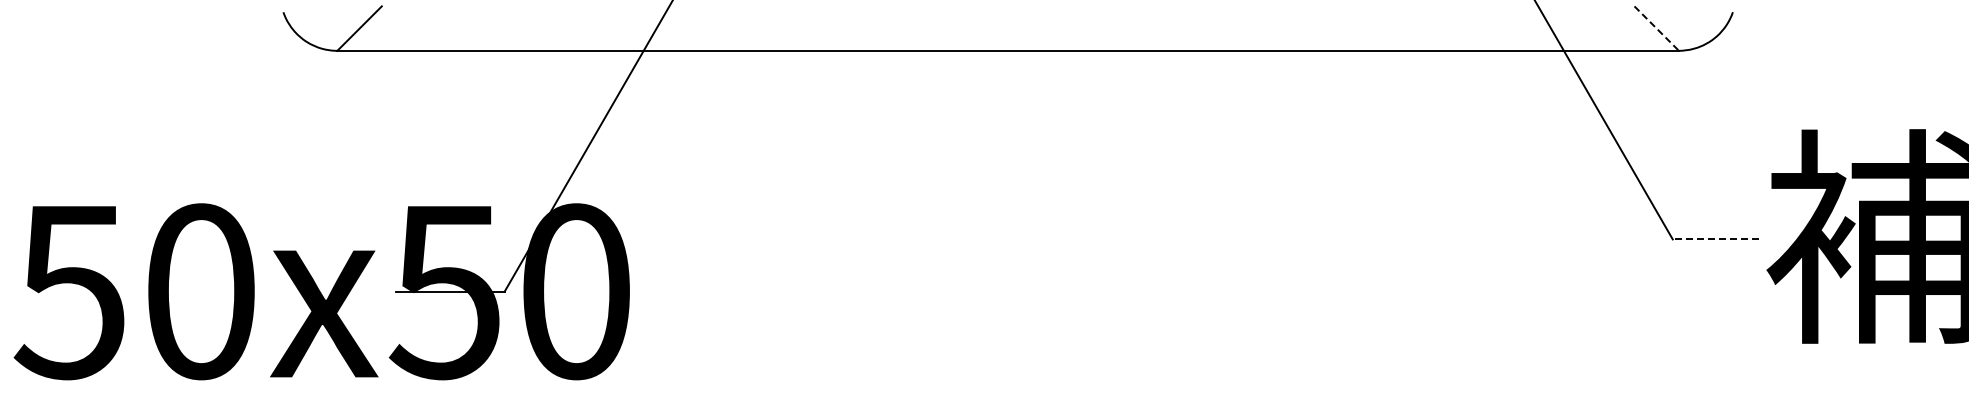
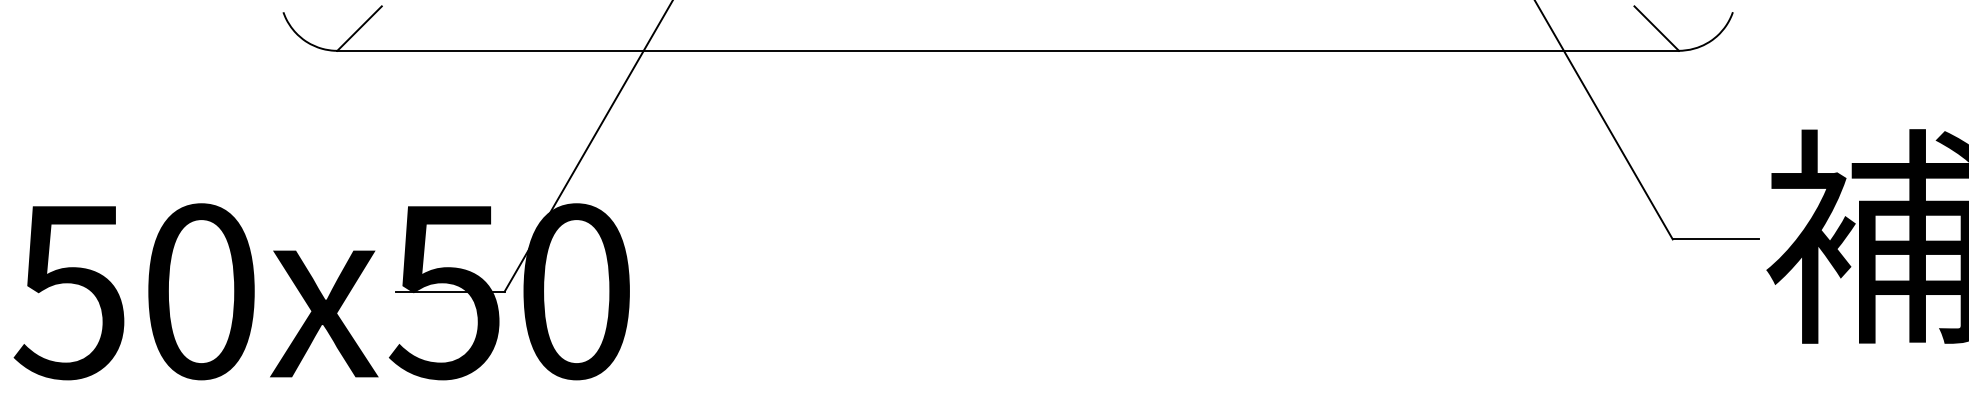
line at (1657, 28): dashed -> solid
line at (1715, 239): dashed -> solid
